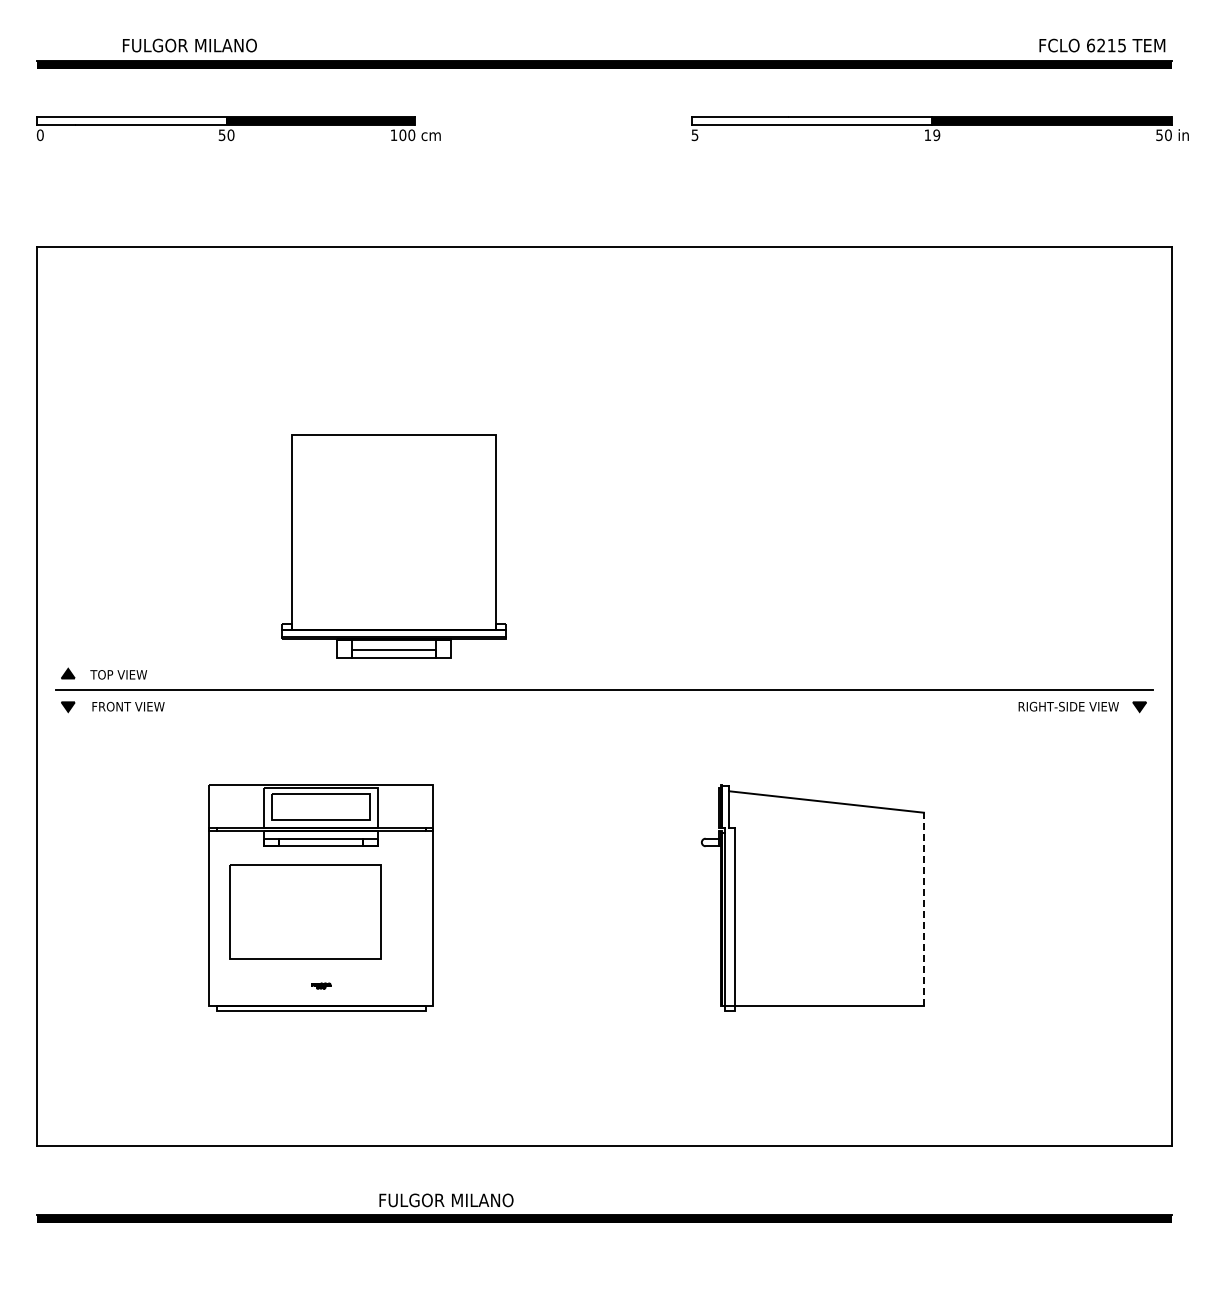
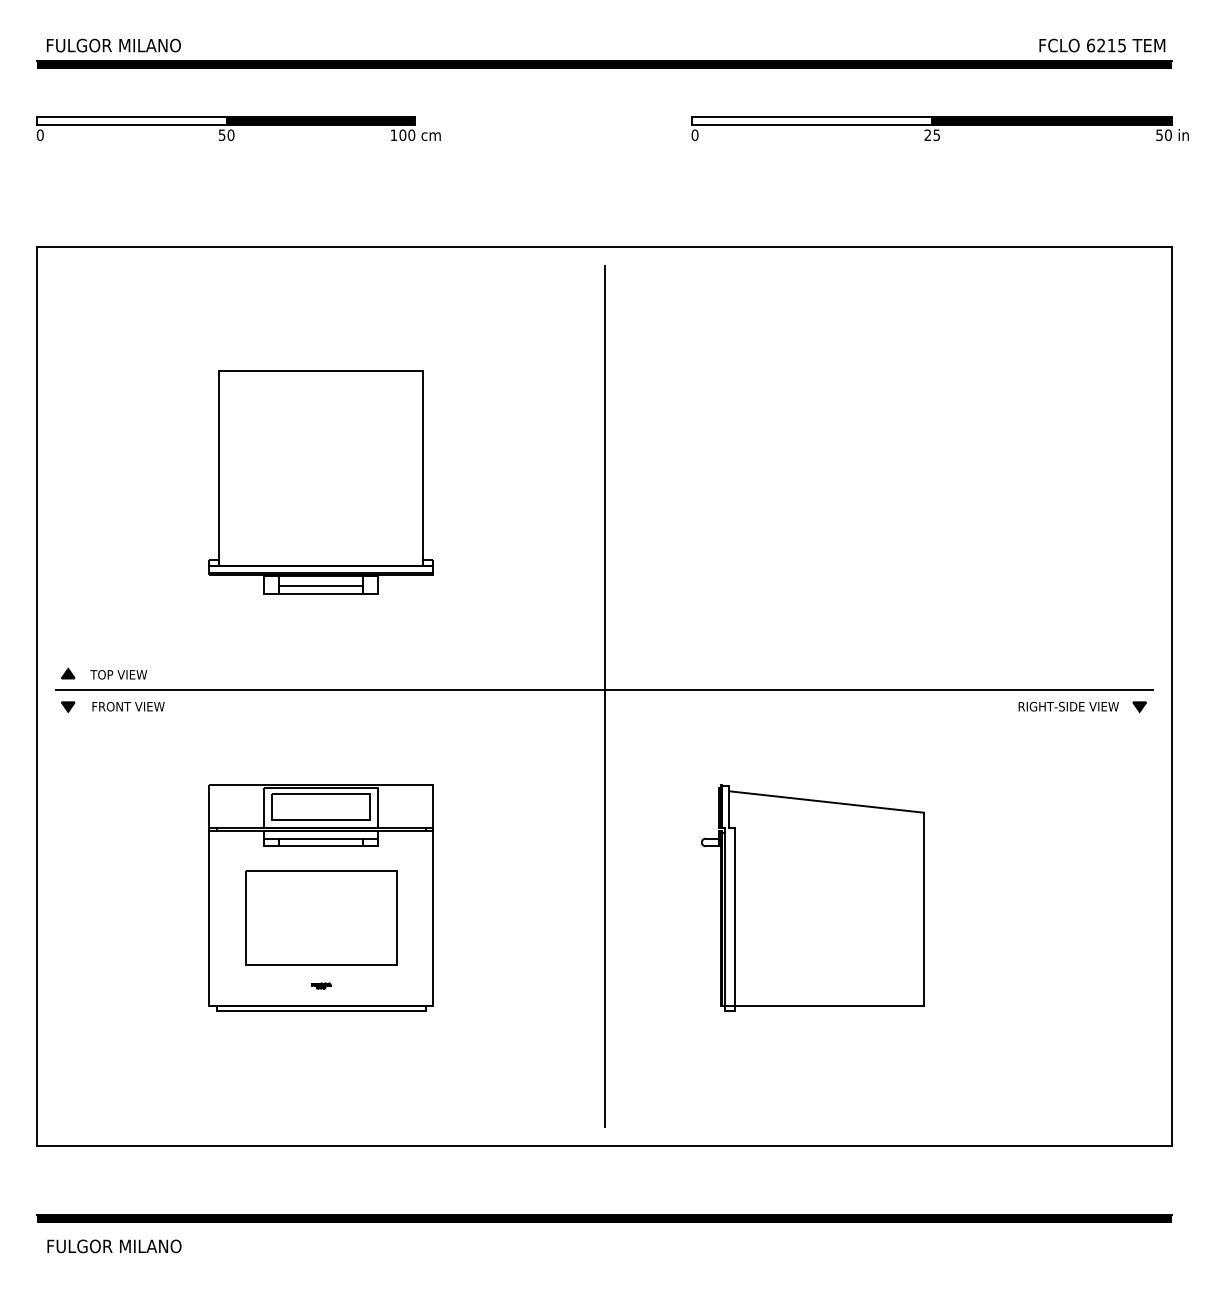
text at (189, 45) position: (189, 45) -> (113, 45)
text at (694, 134): 5 -> 0
text at (932, 134): 19 -> 25
part at (393, 546) position: (393, 546) -> (320, 482)
line at (605, 696): none -> present
line at (924, 909): dashed -> solid
part at (305, 911) position: (305, 911) -> (321, 917)
text at (446, 1200) position: (446, 1200) -> (114, 1246)
